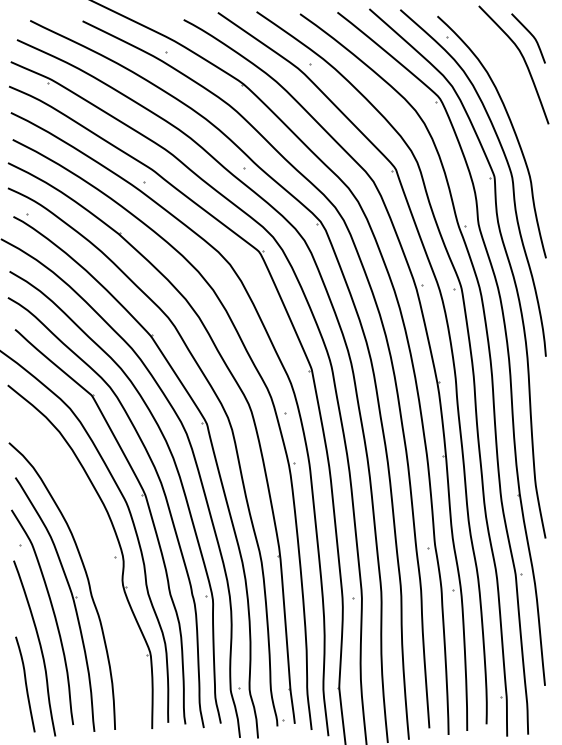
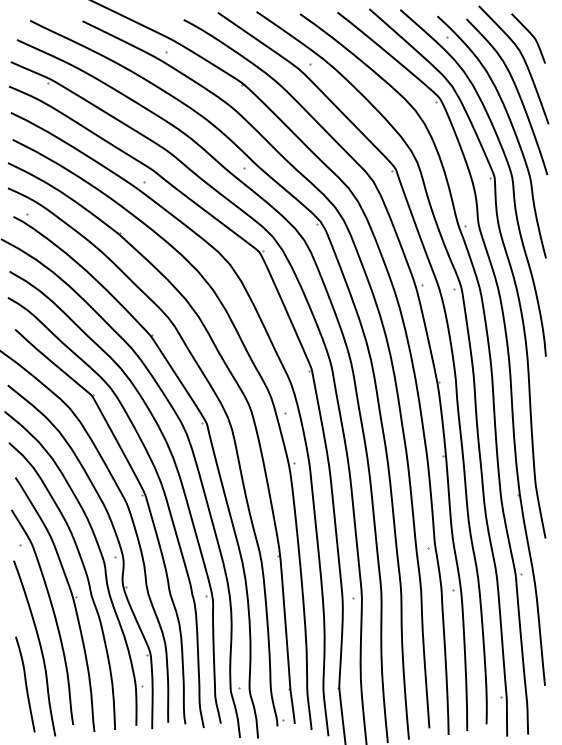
curve at (516, 91): none -> present
part at (101, 557): none -> present
